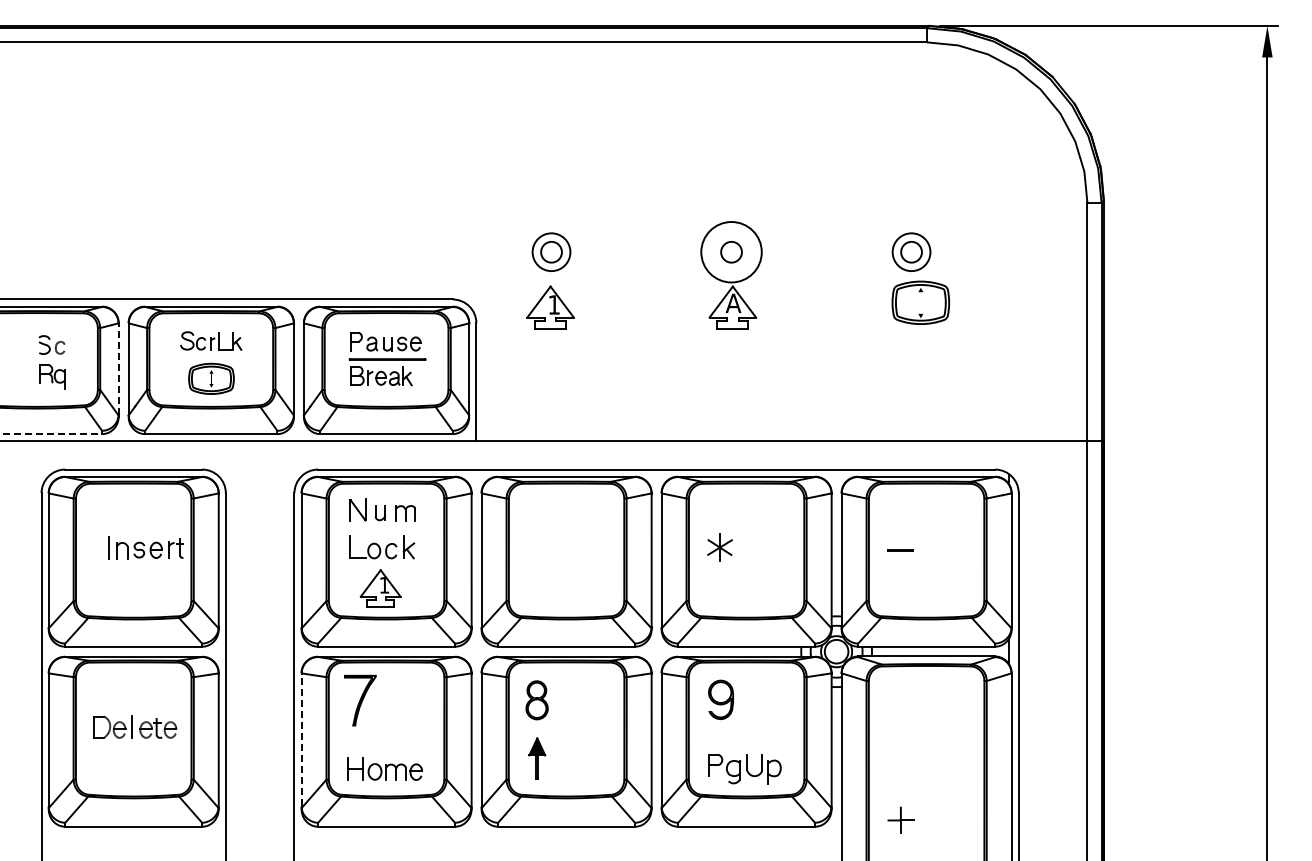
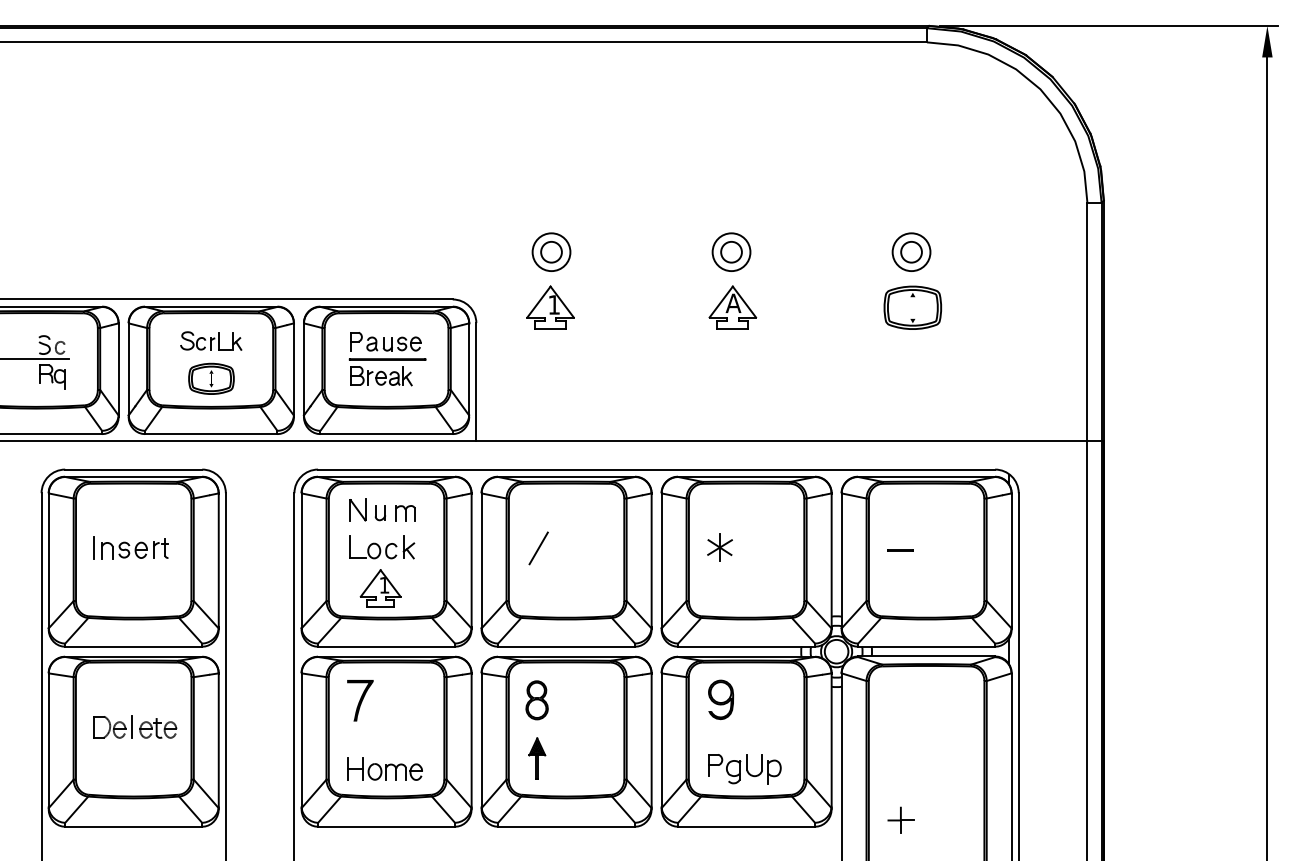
circle at (731, 252) diameter: 60 px -> 38 px
part at (920, 302) position: (920, 302) -> (912, 307)
line at (35, 359): none -> present
line at (118, 369): dashed -> solid
line at (51, 434): dashed -> solid
part at (145, 547) position: (145, 547) -> (130, 547)
line at (538, 548): none -> present
part at (360, 700) size: 33x53 px -> 27x42 px
line at (301, 739): dashed -> solid
